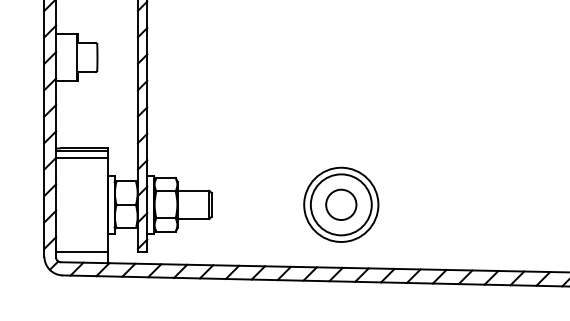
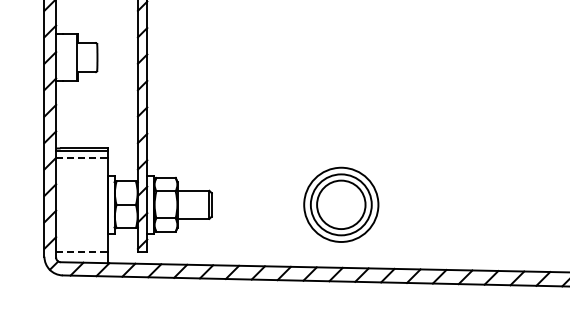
line at (81, 158): solid -> dashed
circle at (341, 204) diameter: 30 px -> 48 px
line at (81, 251): solid -> dashed
